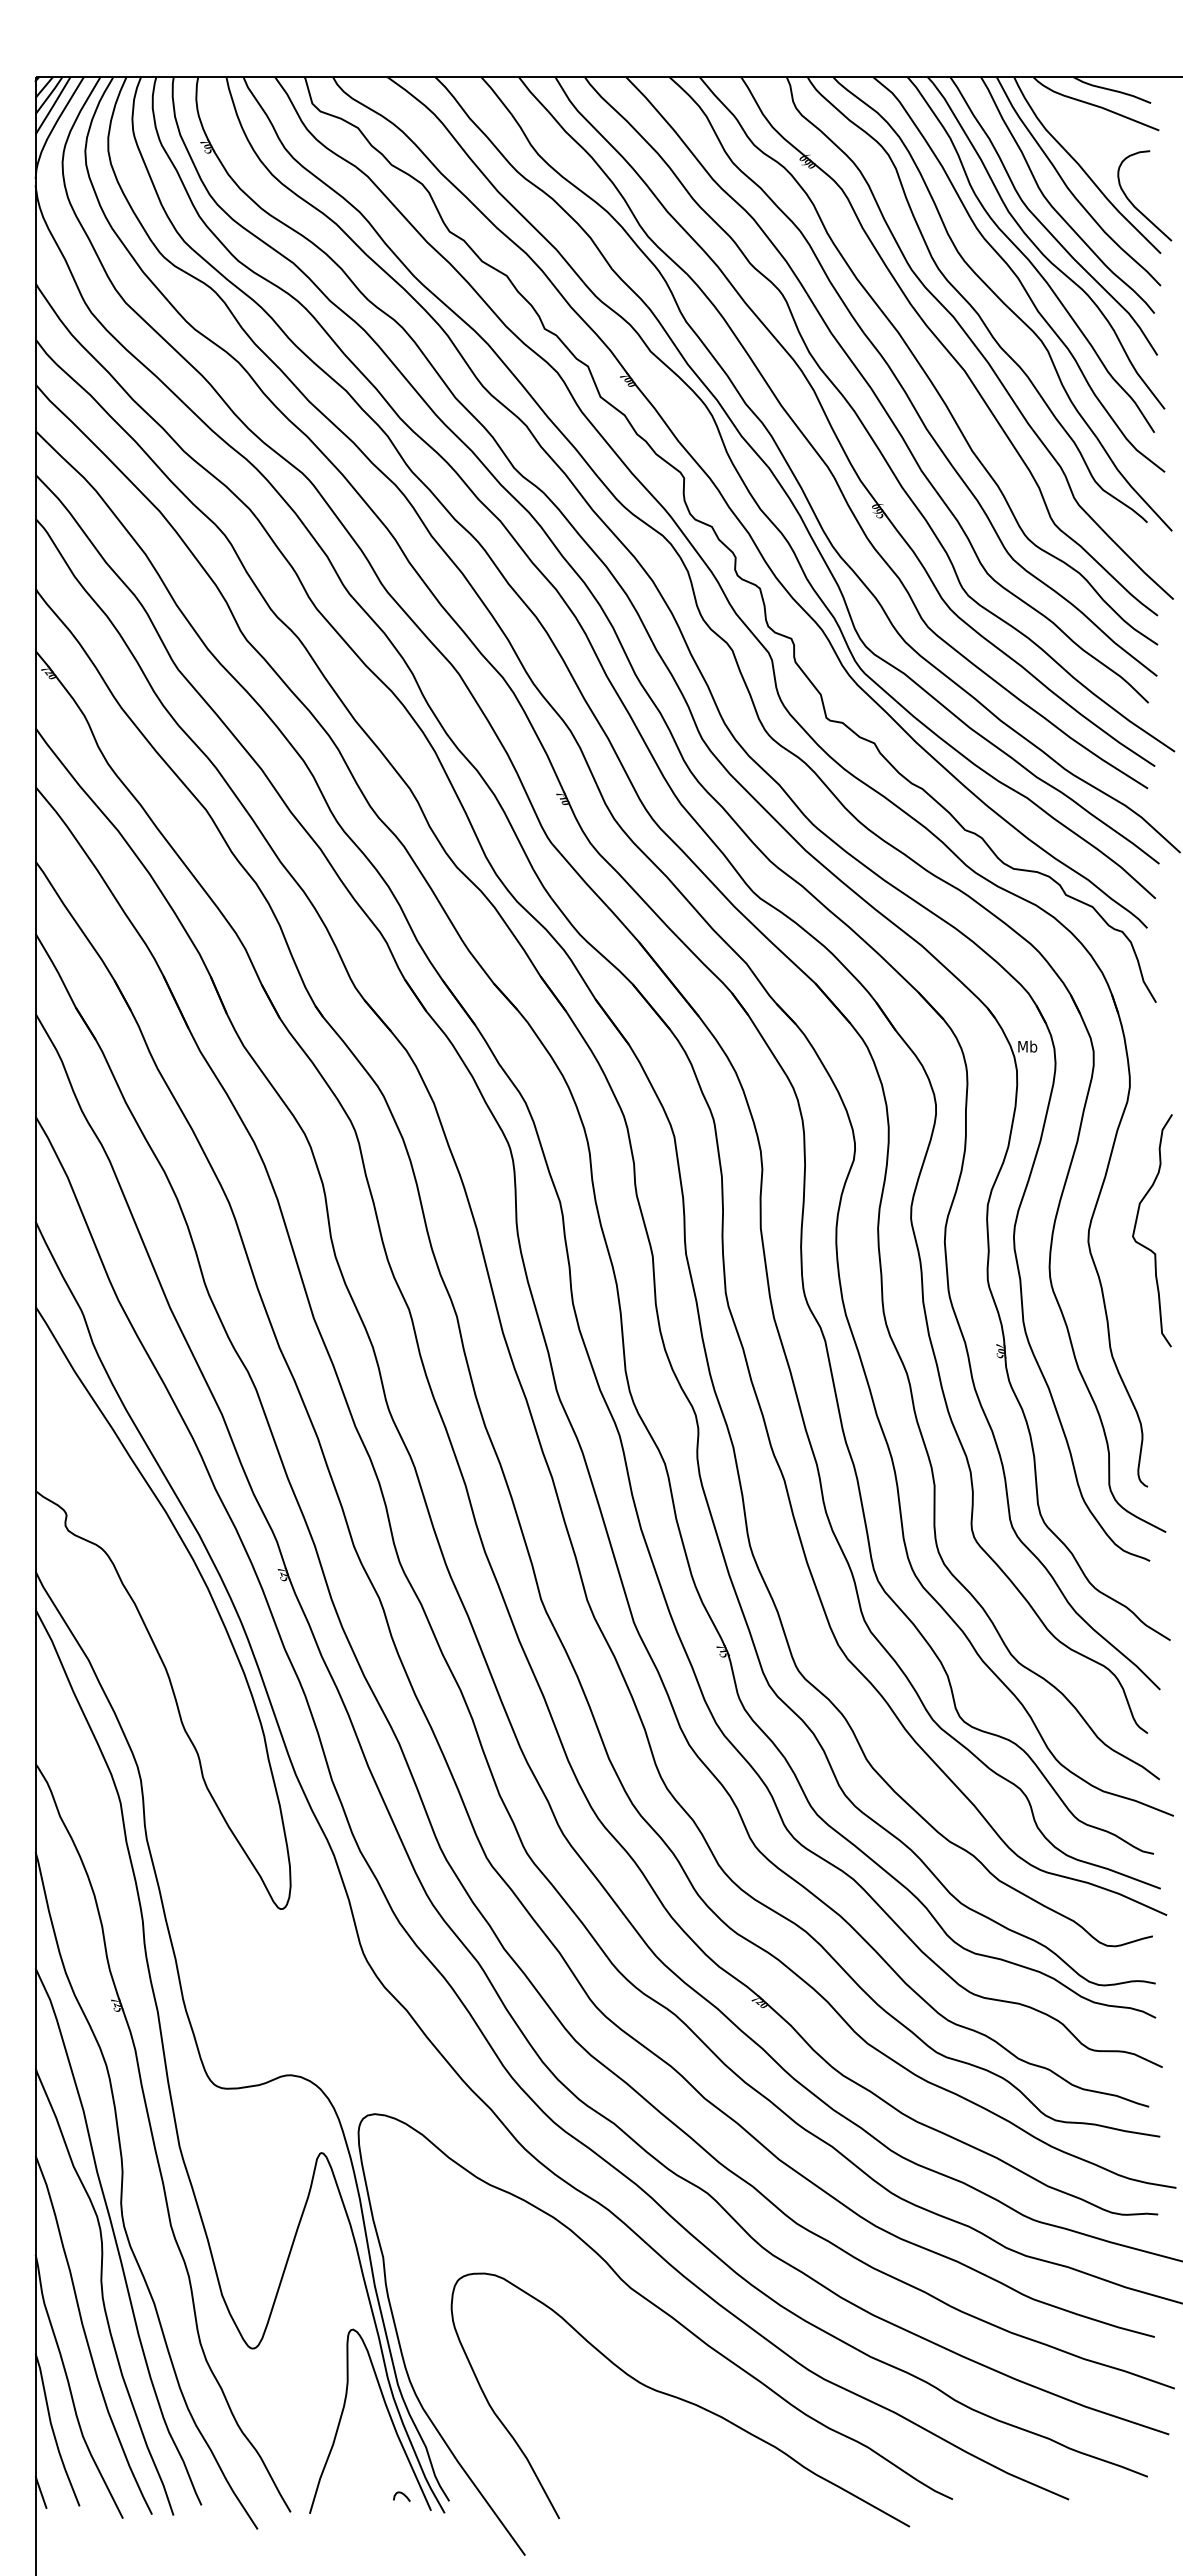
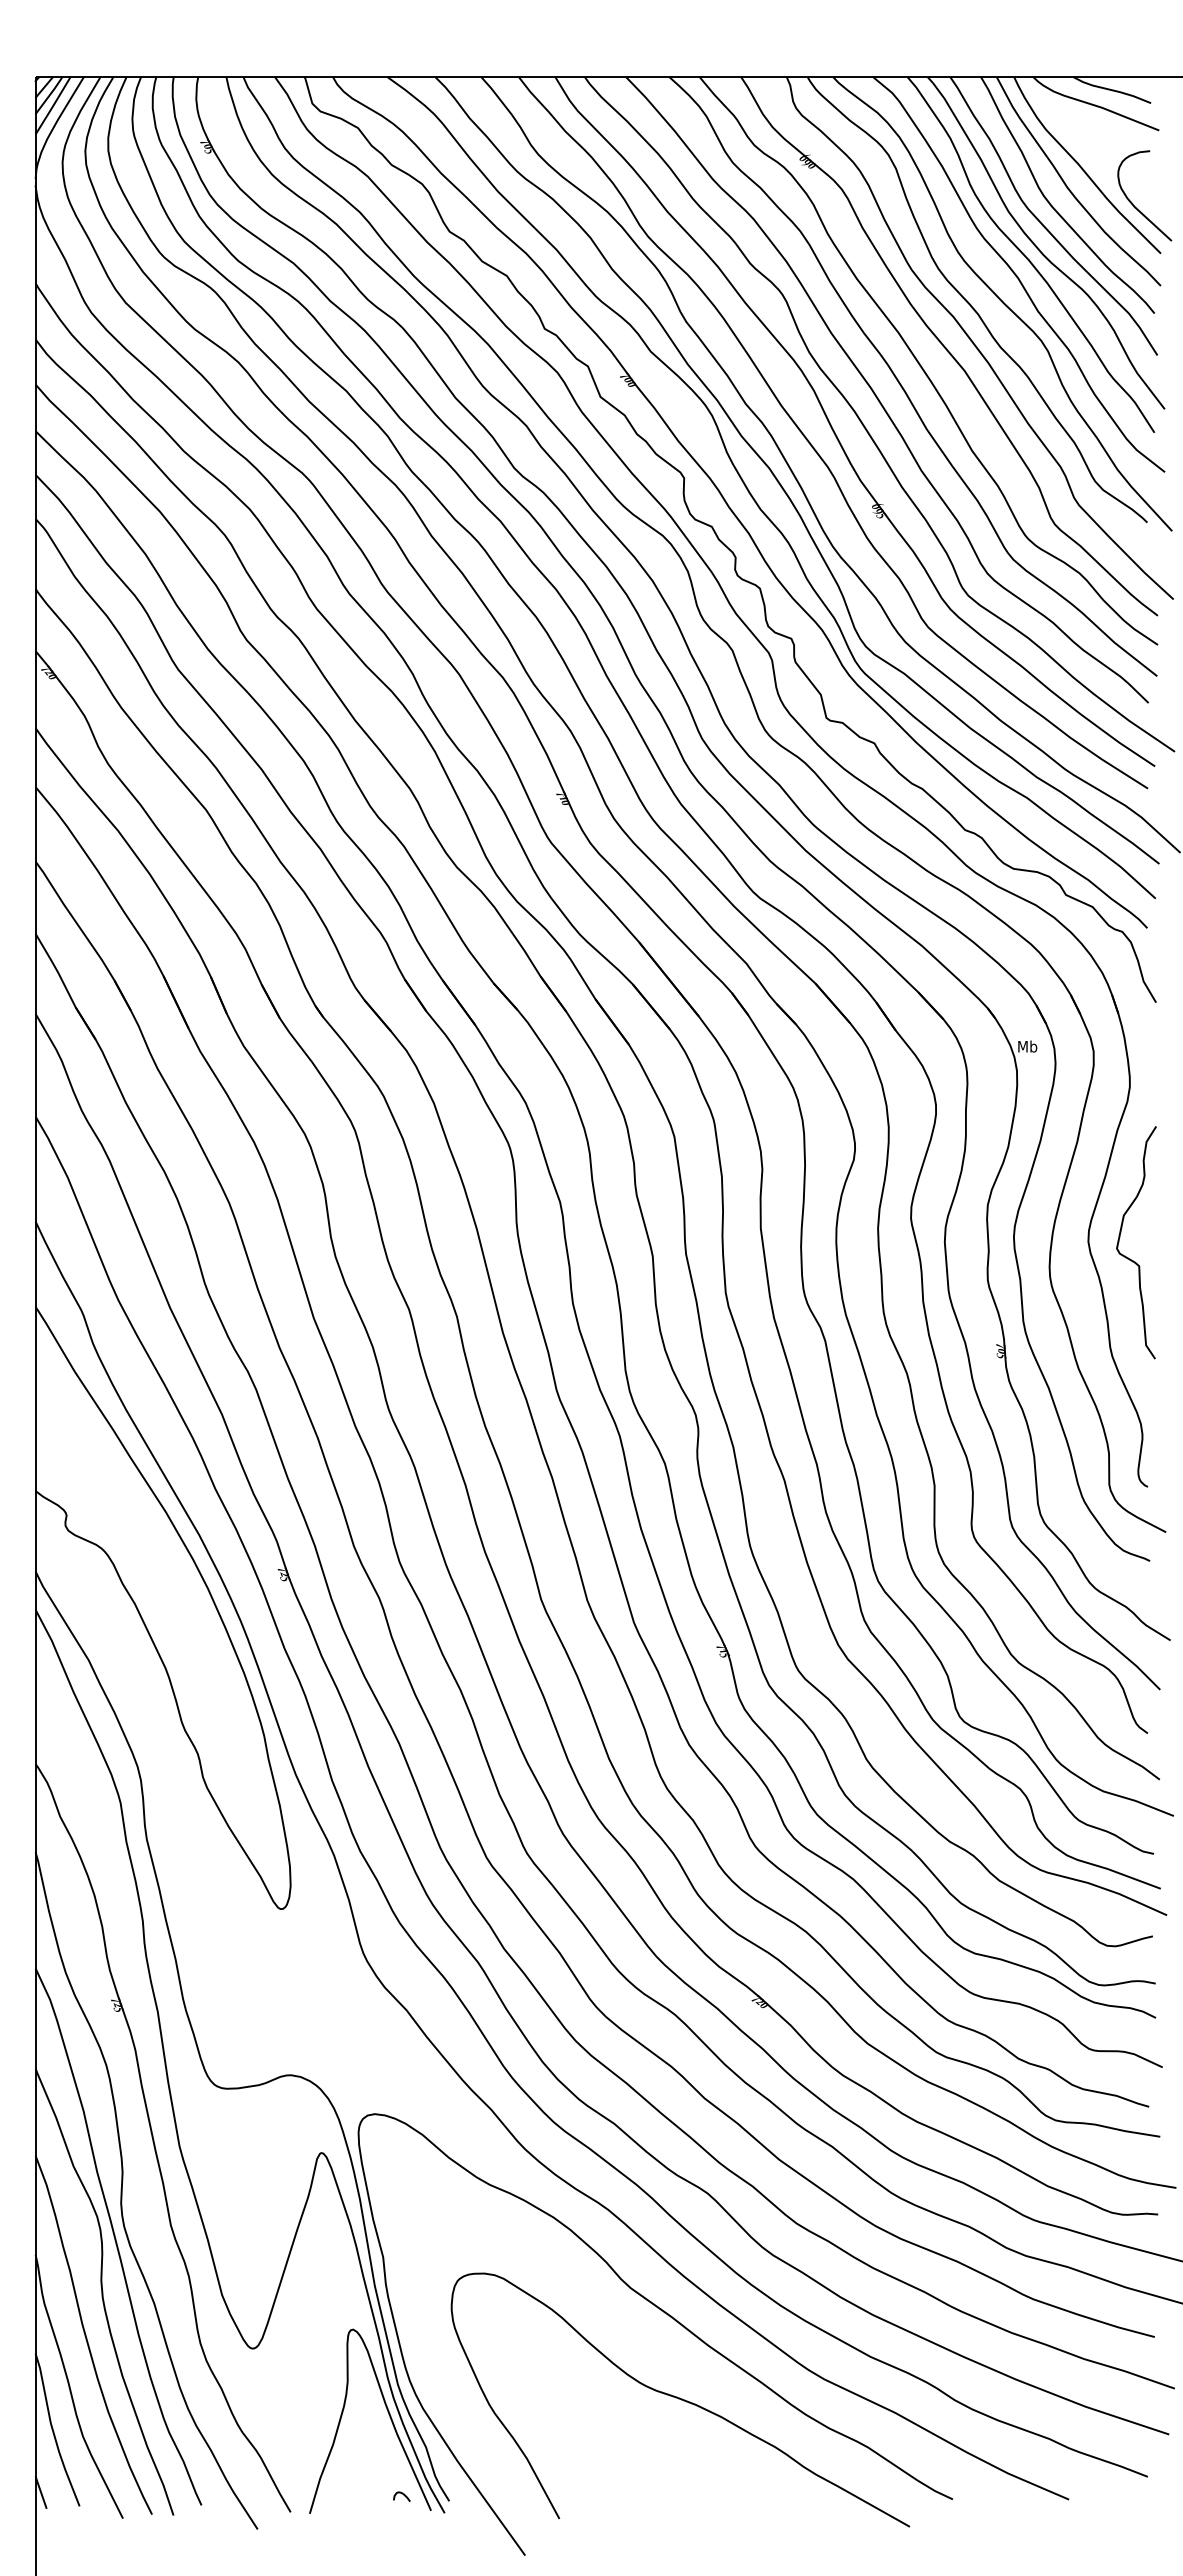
curve at (1136, 1225) position: (1136, 1225) -> (1120, 1237)
